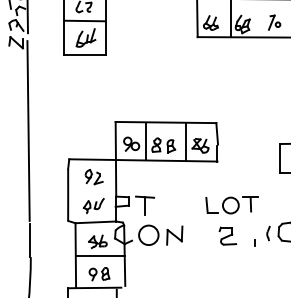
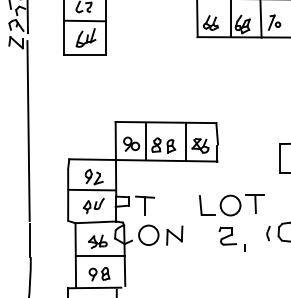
line at (260, 19): none -> present
line at (91, 189): none -> present
part at (231, 205) size: 54x19 px -> 66x23 px
line at (254, 242) position: (254, 242) -> (244, 247)
